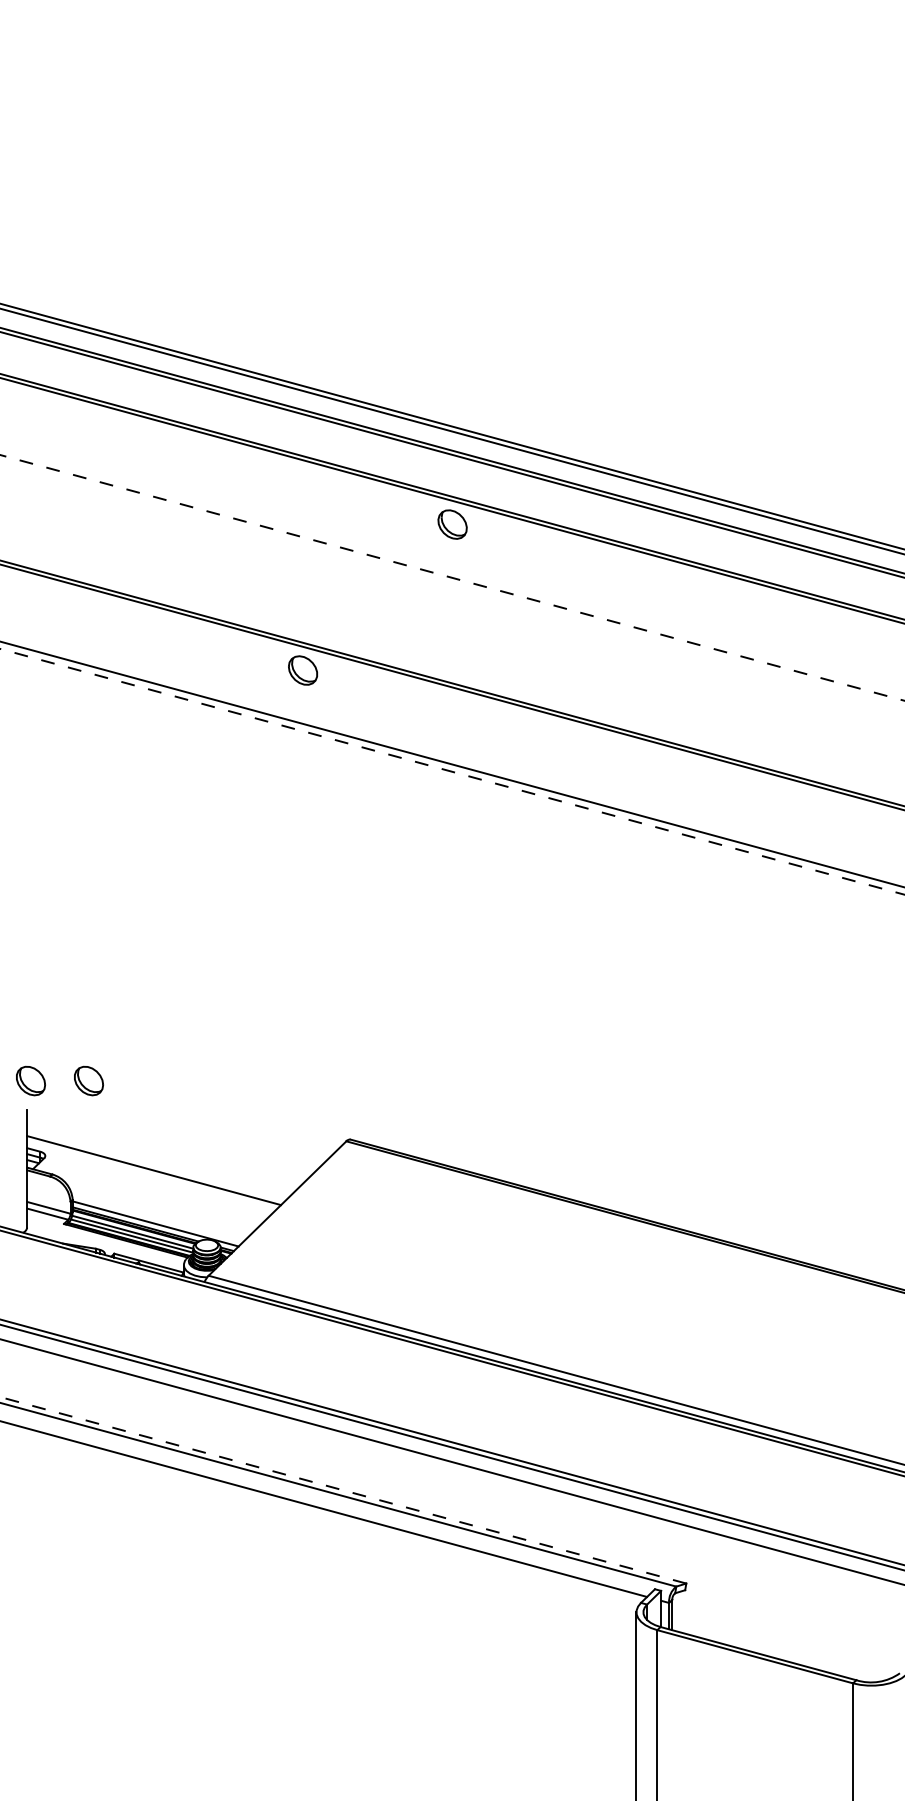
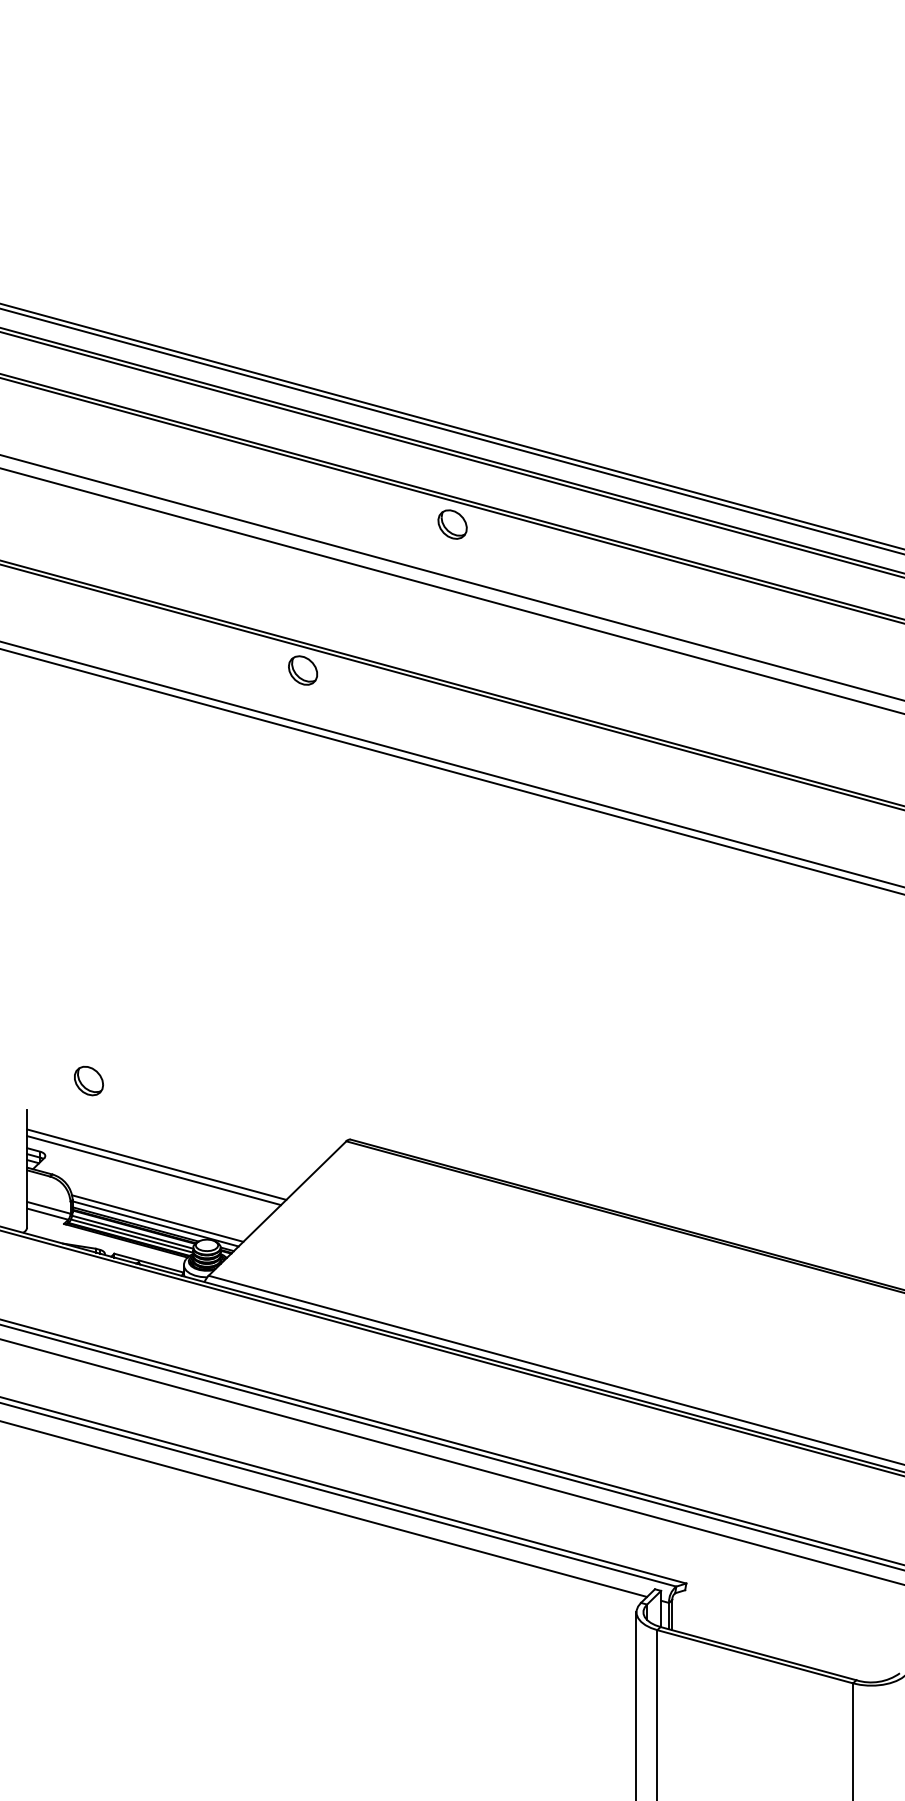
line at (452, 577): dashed -> solid
line at (451, 591): none -> present
line at (452, 771): dashed -> solid
part at (30, 1080): present -> none
line at (156, 1164): none -> present
line at (157, 1218): none -> present
line at (342, 1490): dashed -> solid
